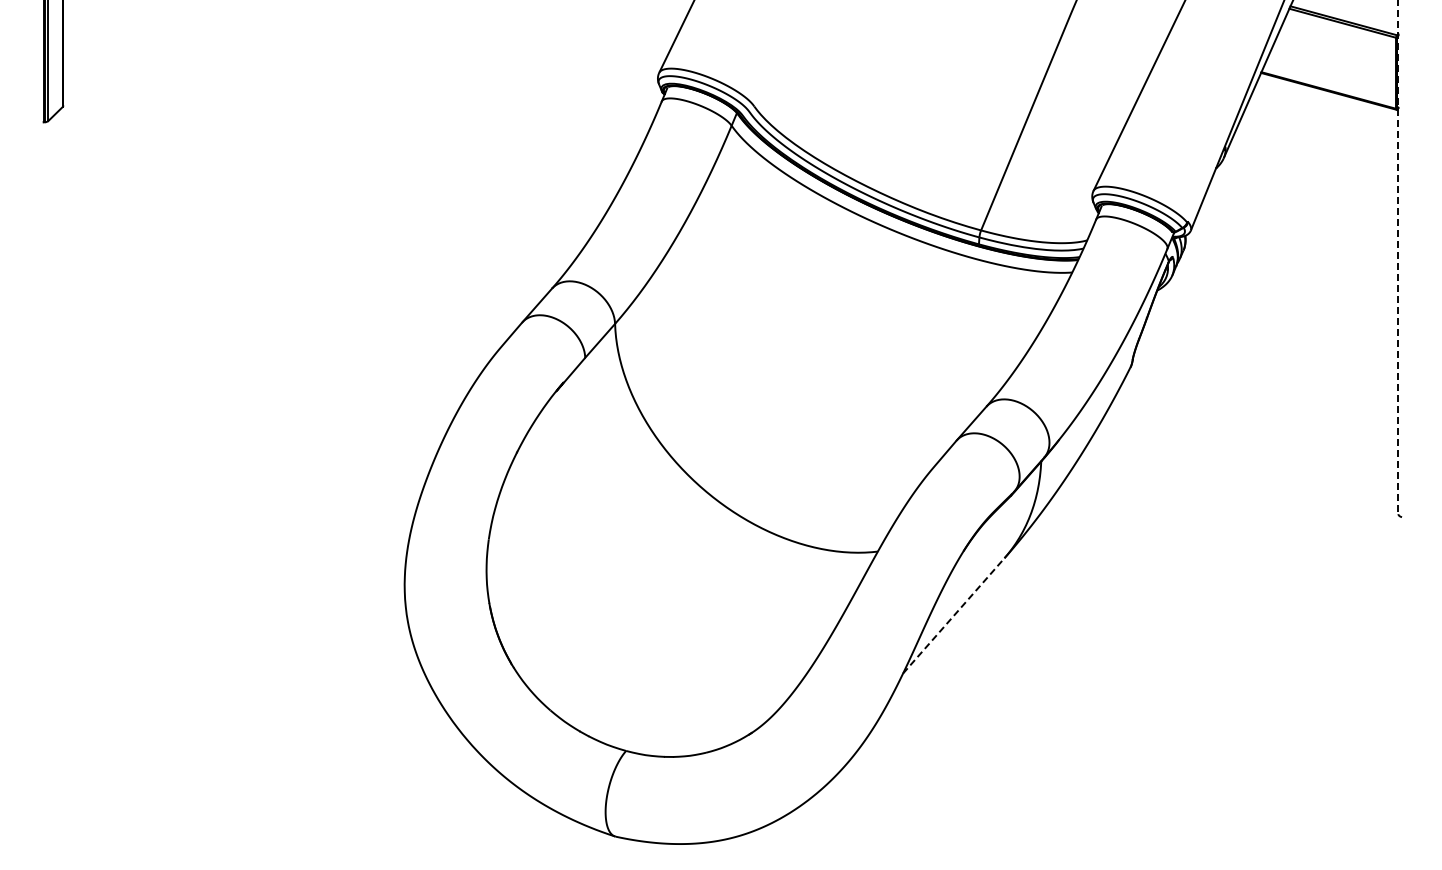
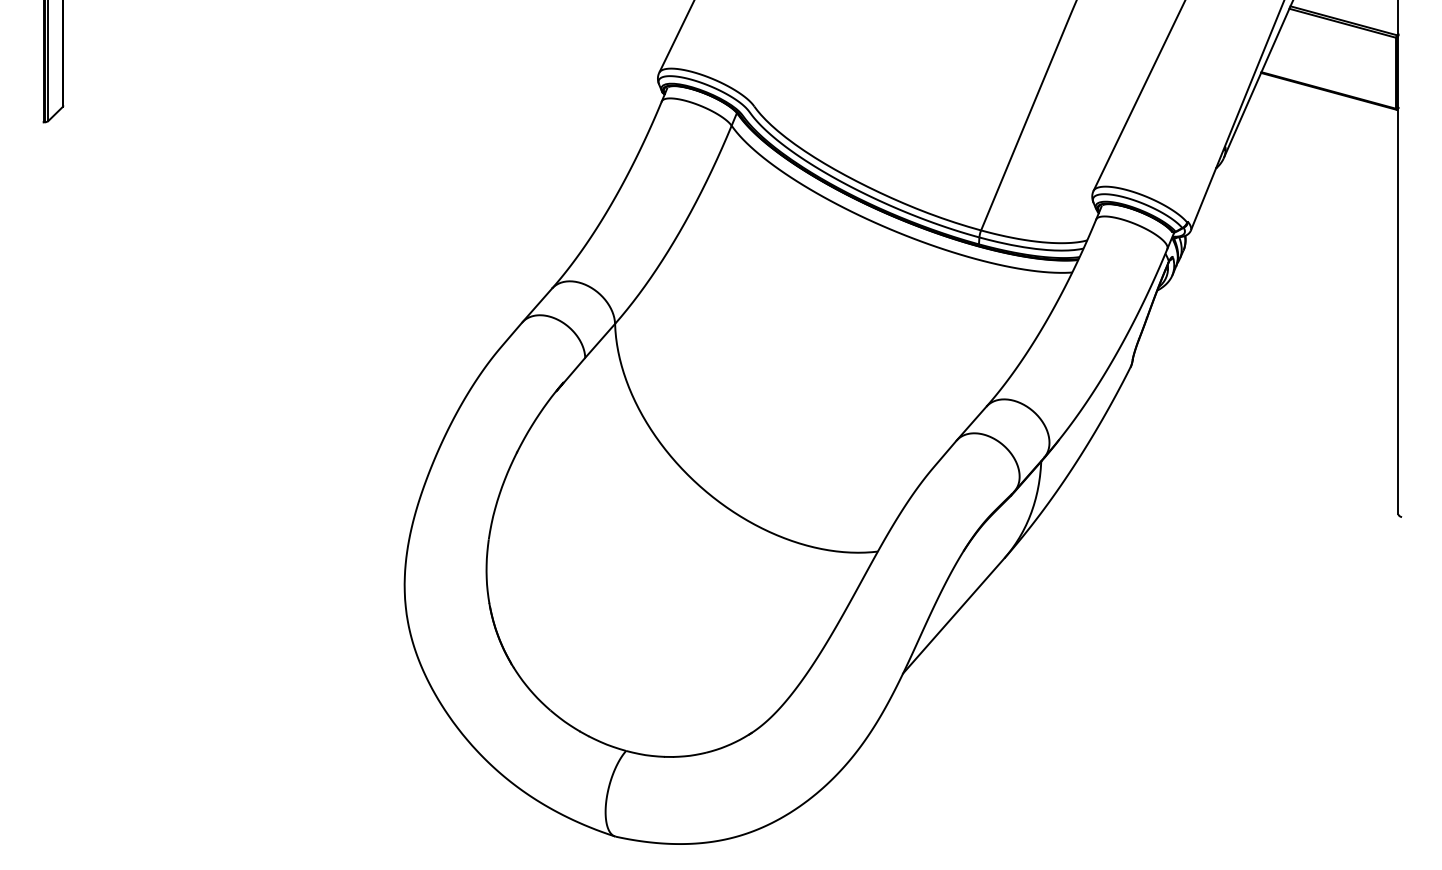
line at (1398, 257): dashed -> solid
line at (953, 615): dashed -> solid
